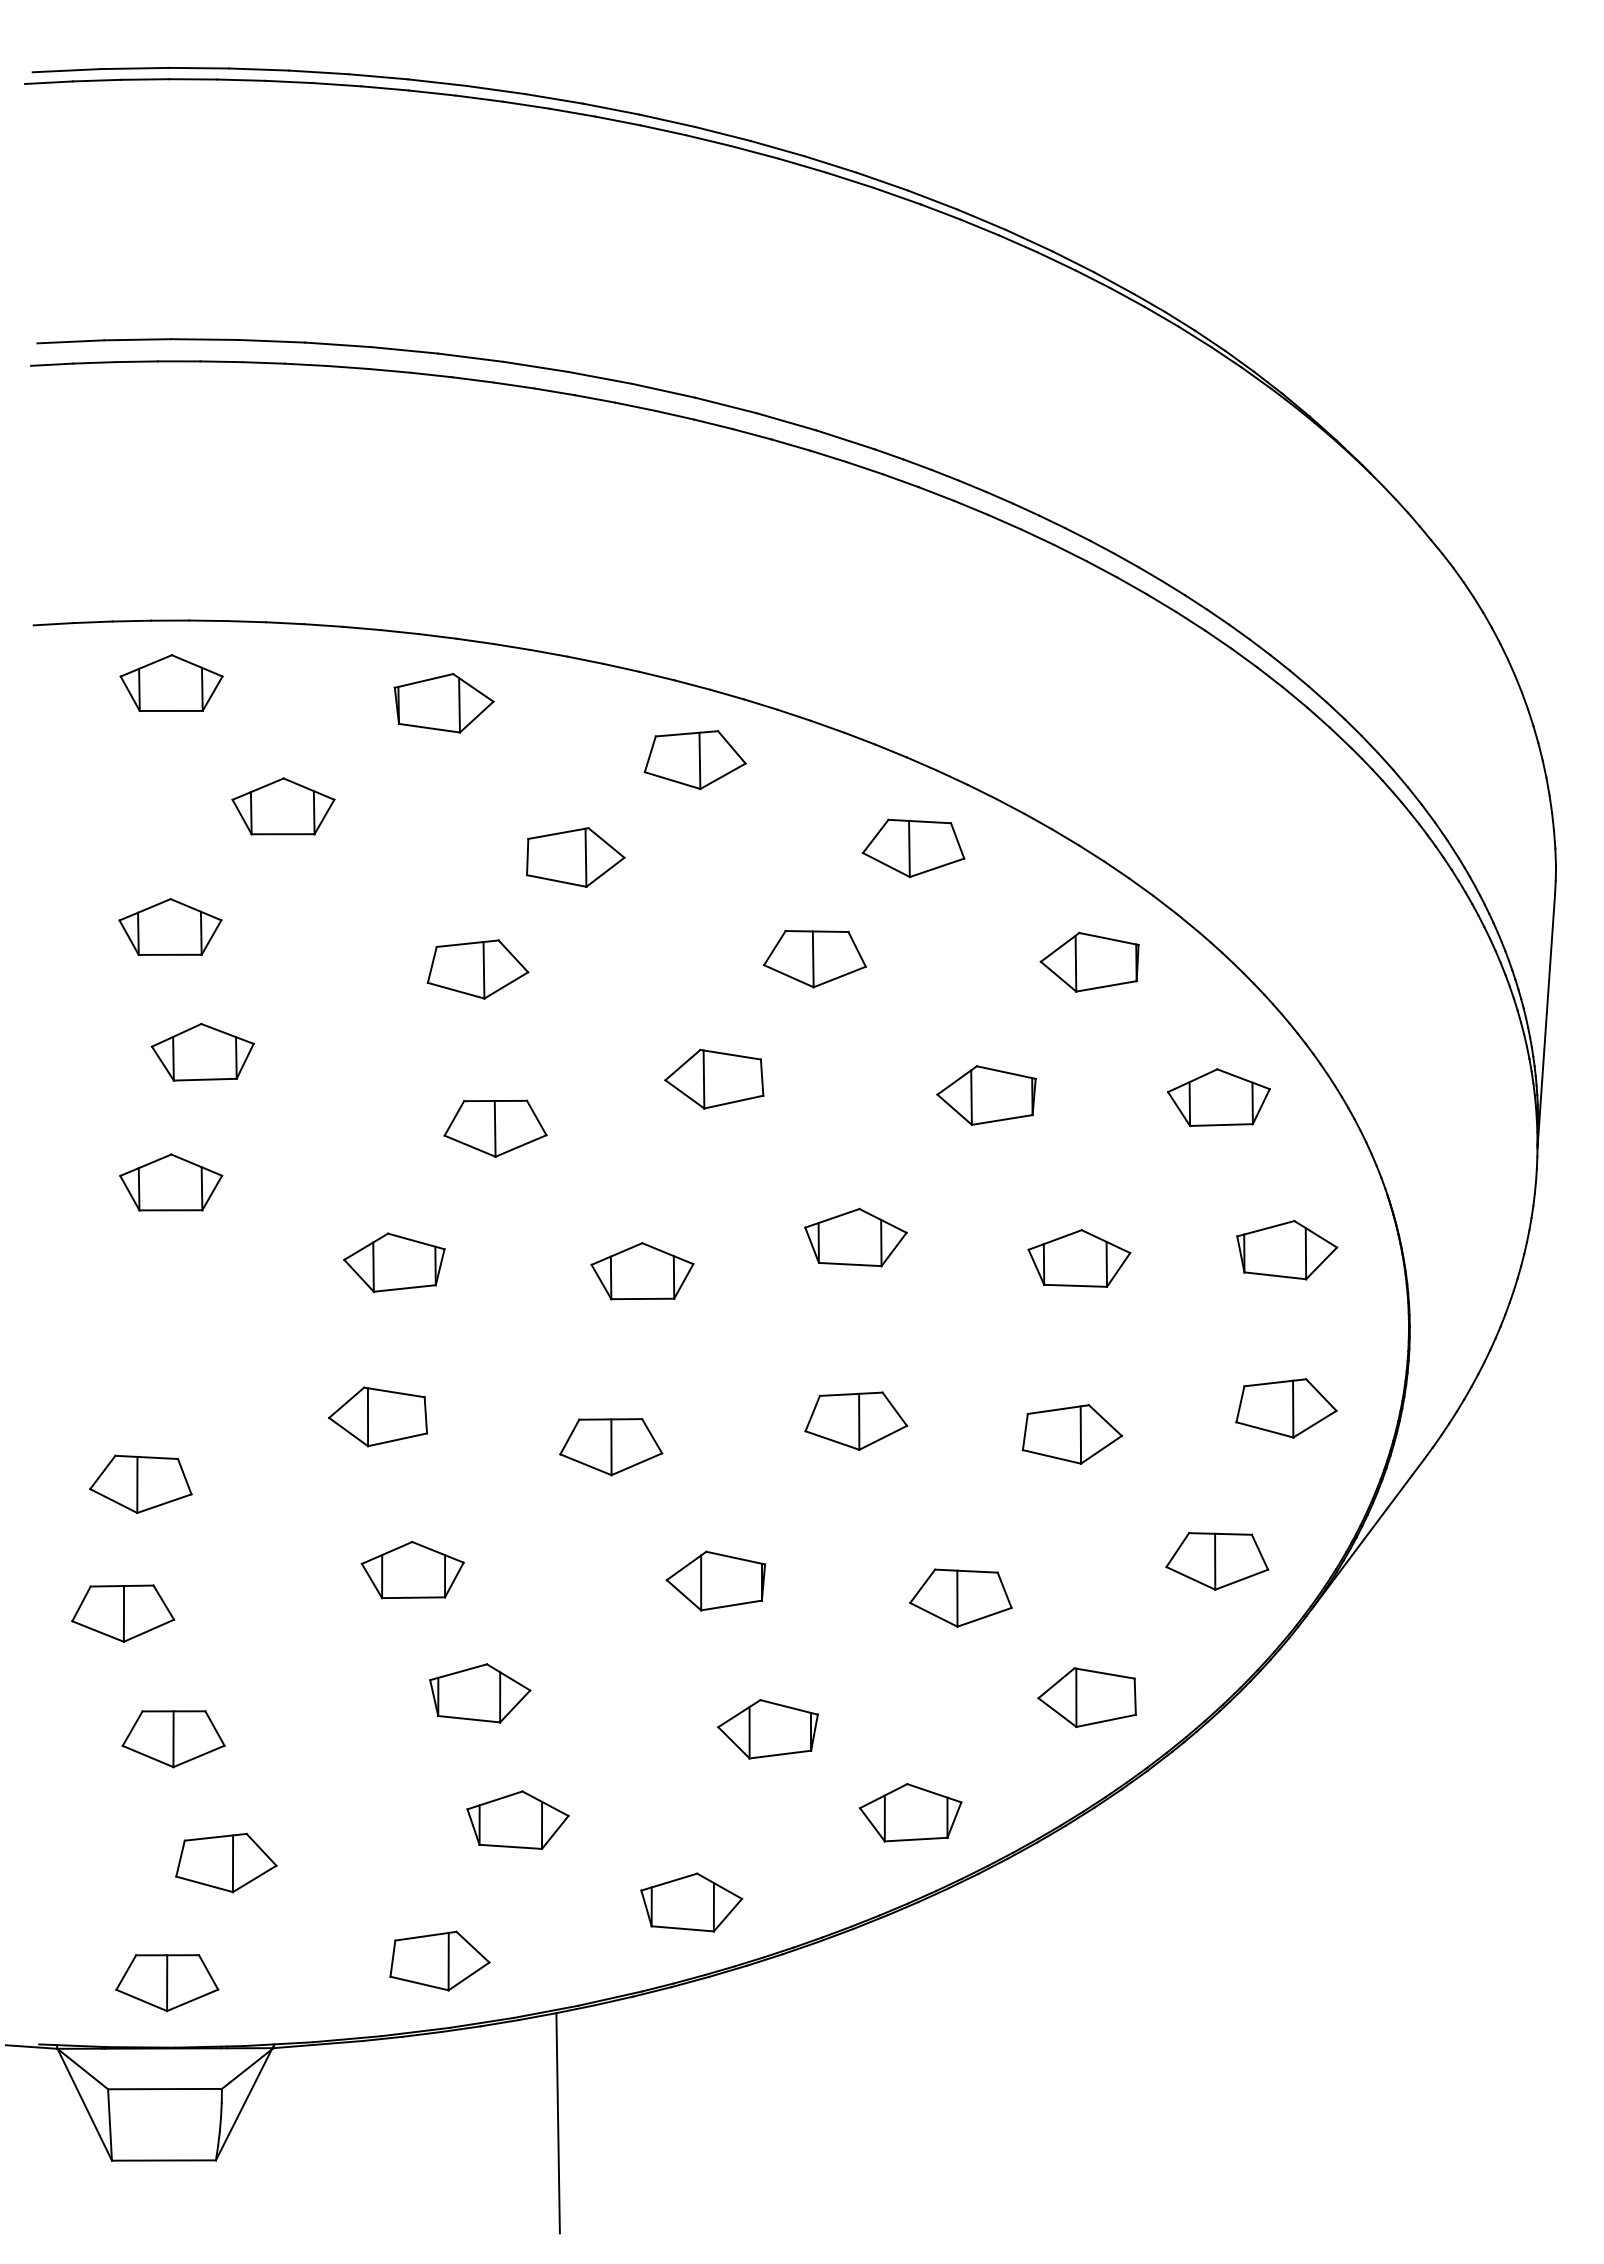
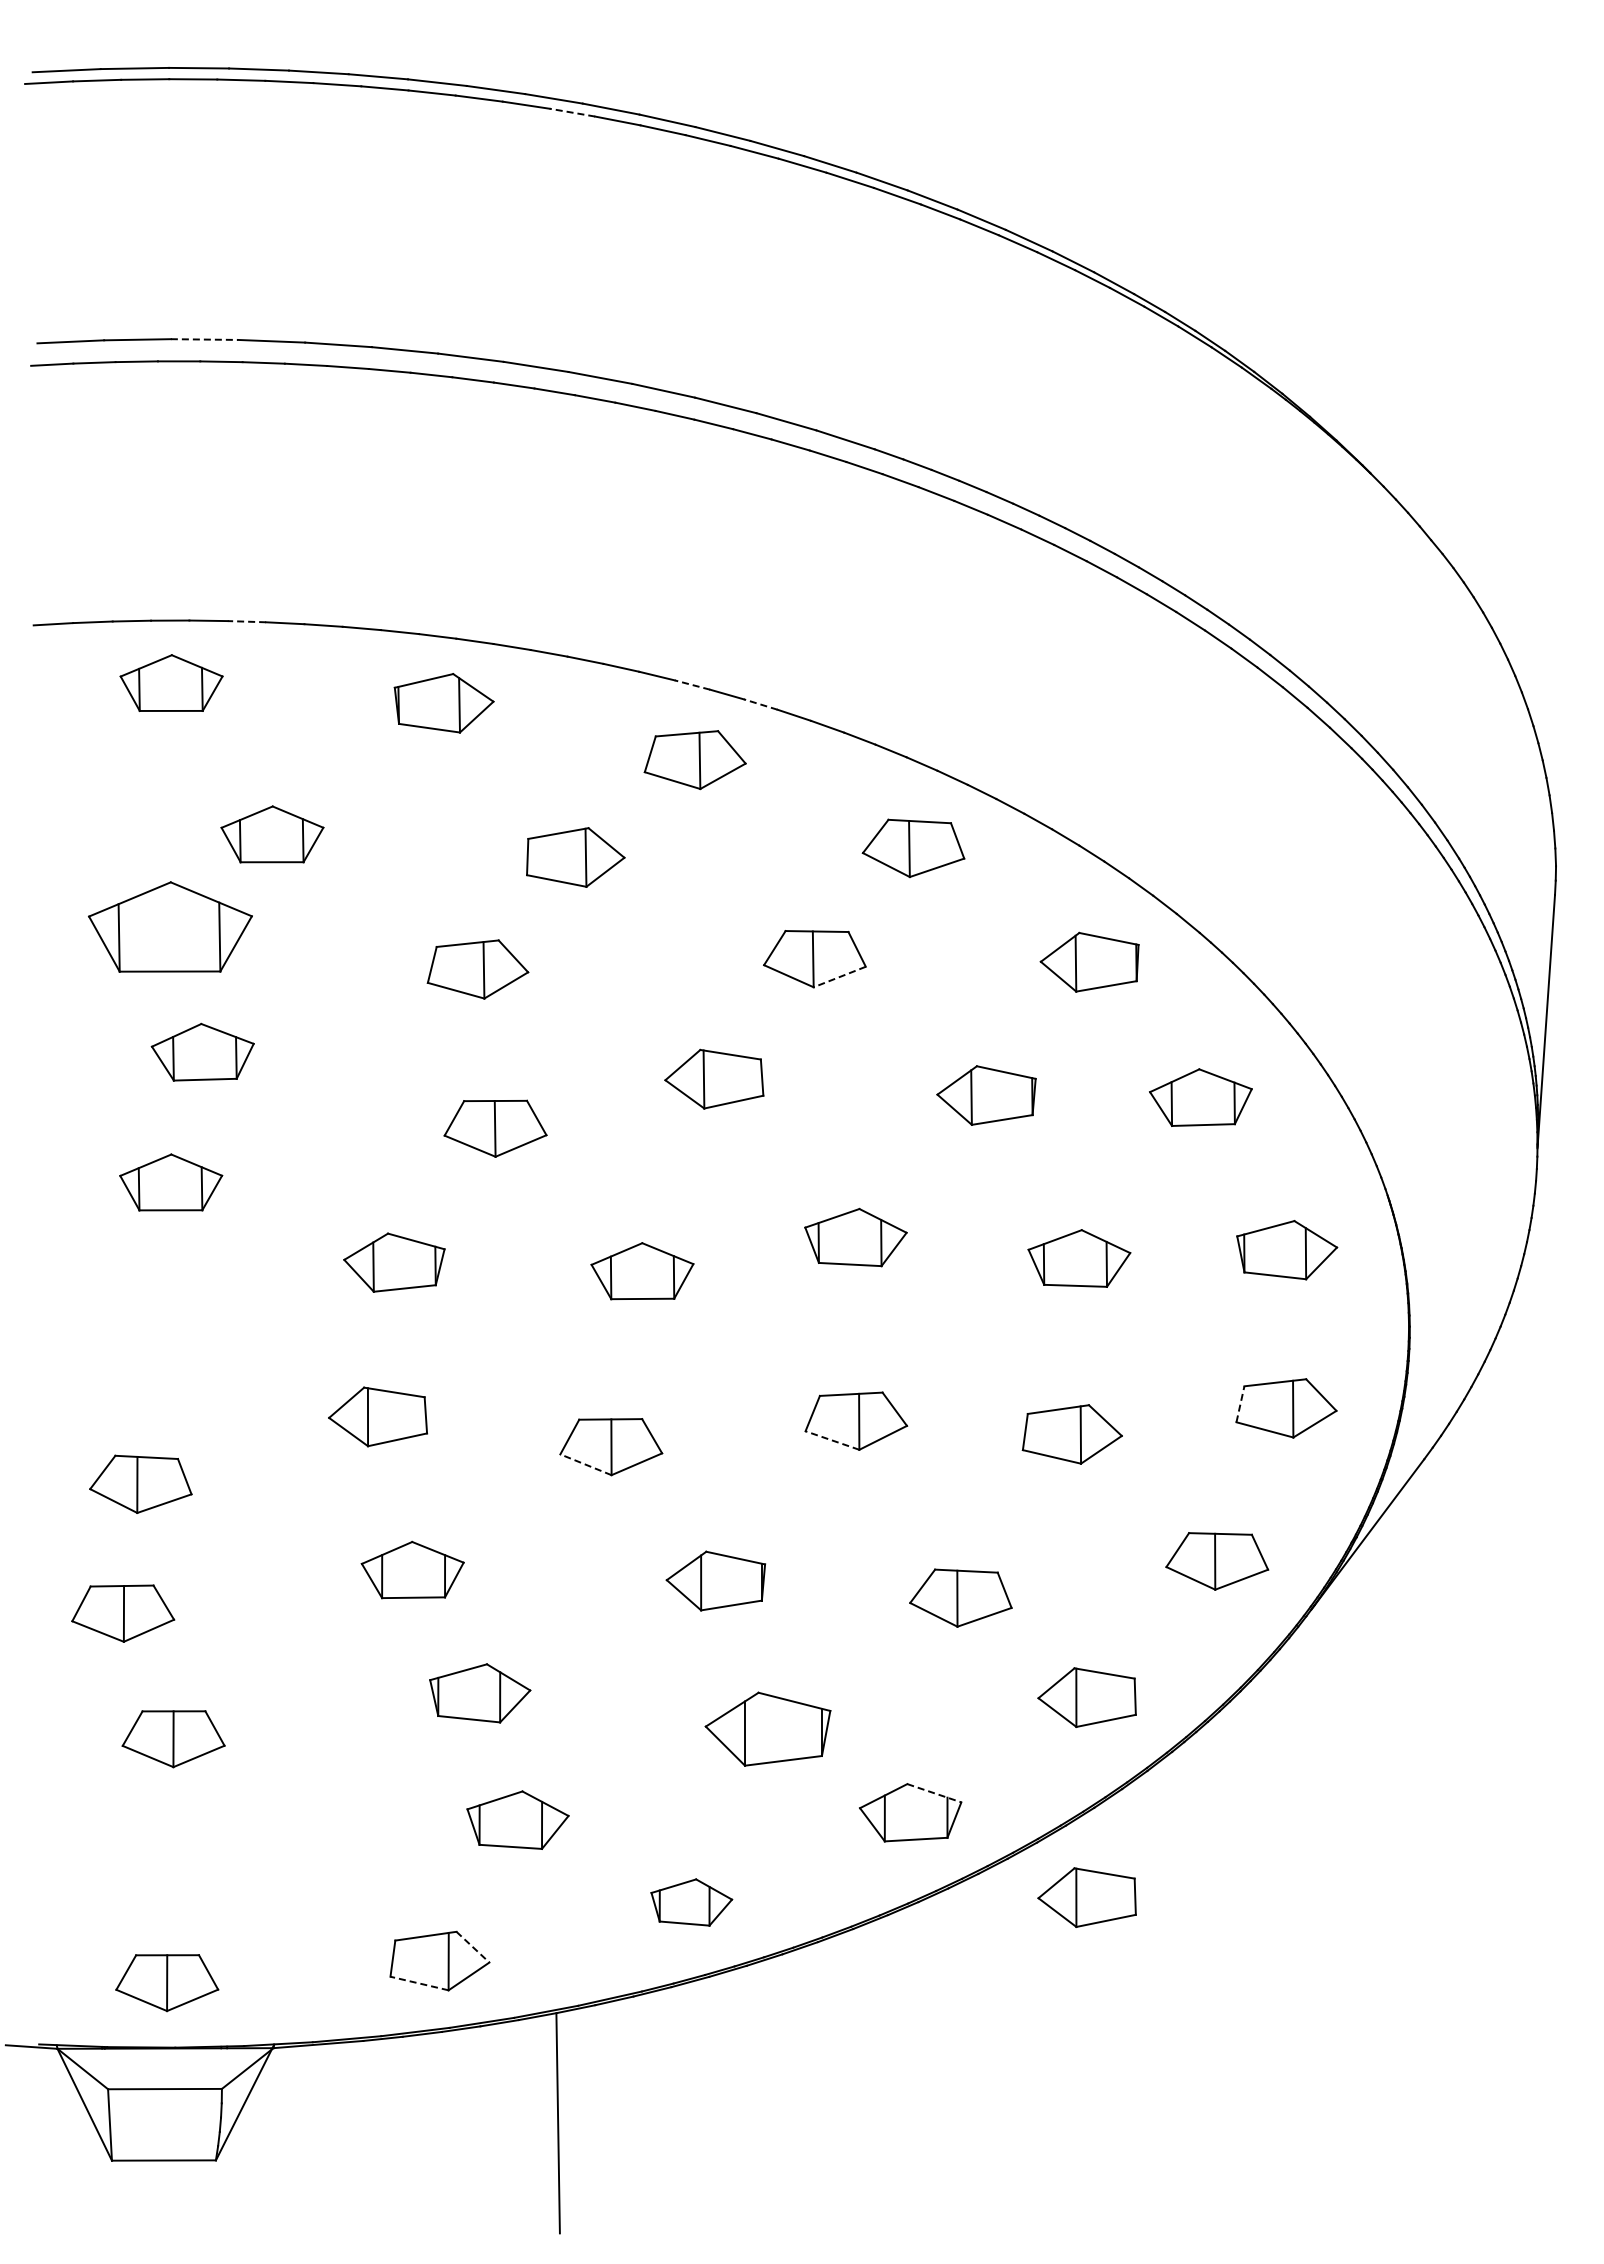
line at (571, 112): solid -> dashed
line at (204, 339): solid -> dashed
line at (246, 621): solid -> dashed
line at (691, 684): solid -> dashed
line at (760, 704): solid -> dashed
part at (283, 806) position: (283, 806) -> (272, 834)
part at (170, 926) size: 105x58 px -> 165x92 px
line at (839, 977): solid -> dashed
part at (1218, 1097) position: (1218, 1097) -> (1200, 1097)
line at (1240, 1403): solid -> dashed
line at (832, 1440): solid -> dashed
line at (585, 1464): solid -> dashed
part at (767, 1729) size: 102x61 px -> 128x76 px
line at (934, 1793): solid -> dashed
part at (226, 1862): present -> none
part at (1086, 1897): none -> present
part at (691, 1902) size: 104x61 px -> 84x49 px
line at (472, 1947): solid -> dashed
line at (419, 1983): solid -> dashed
